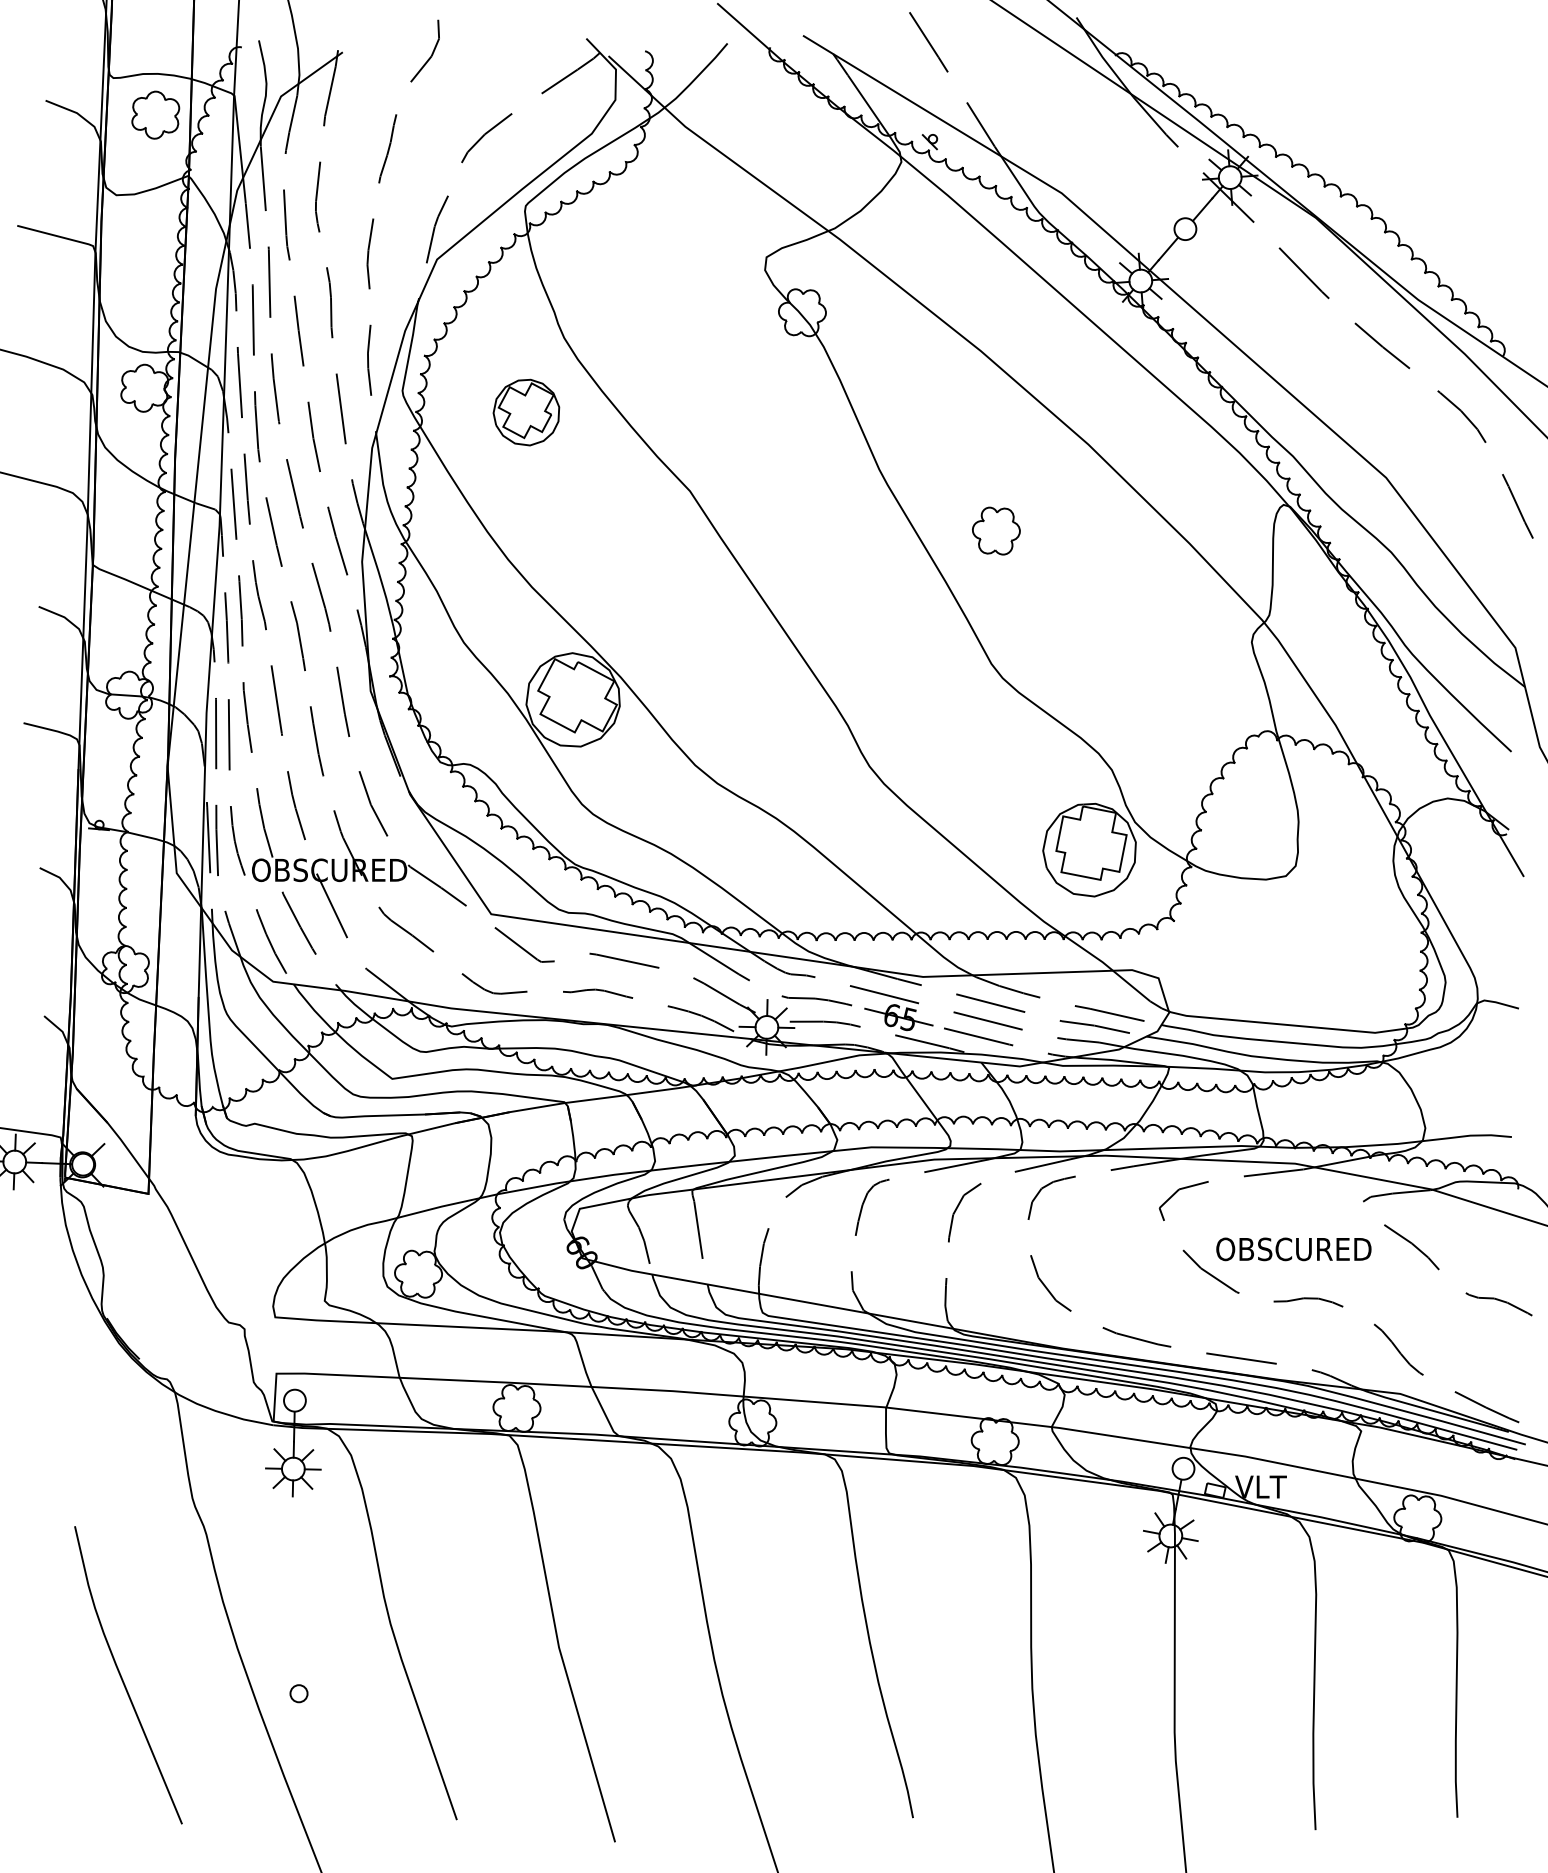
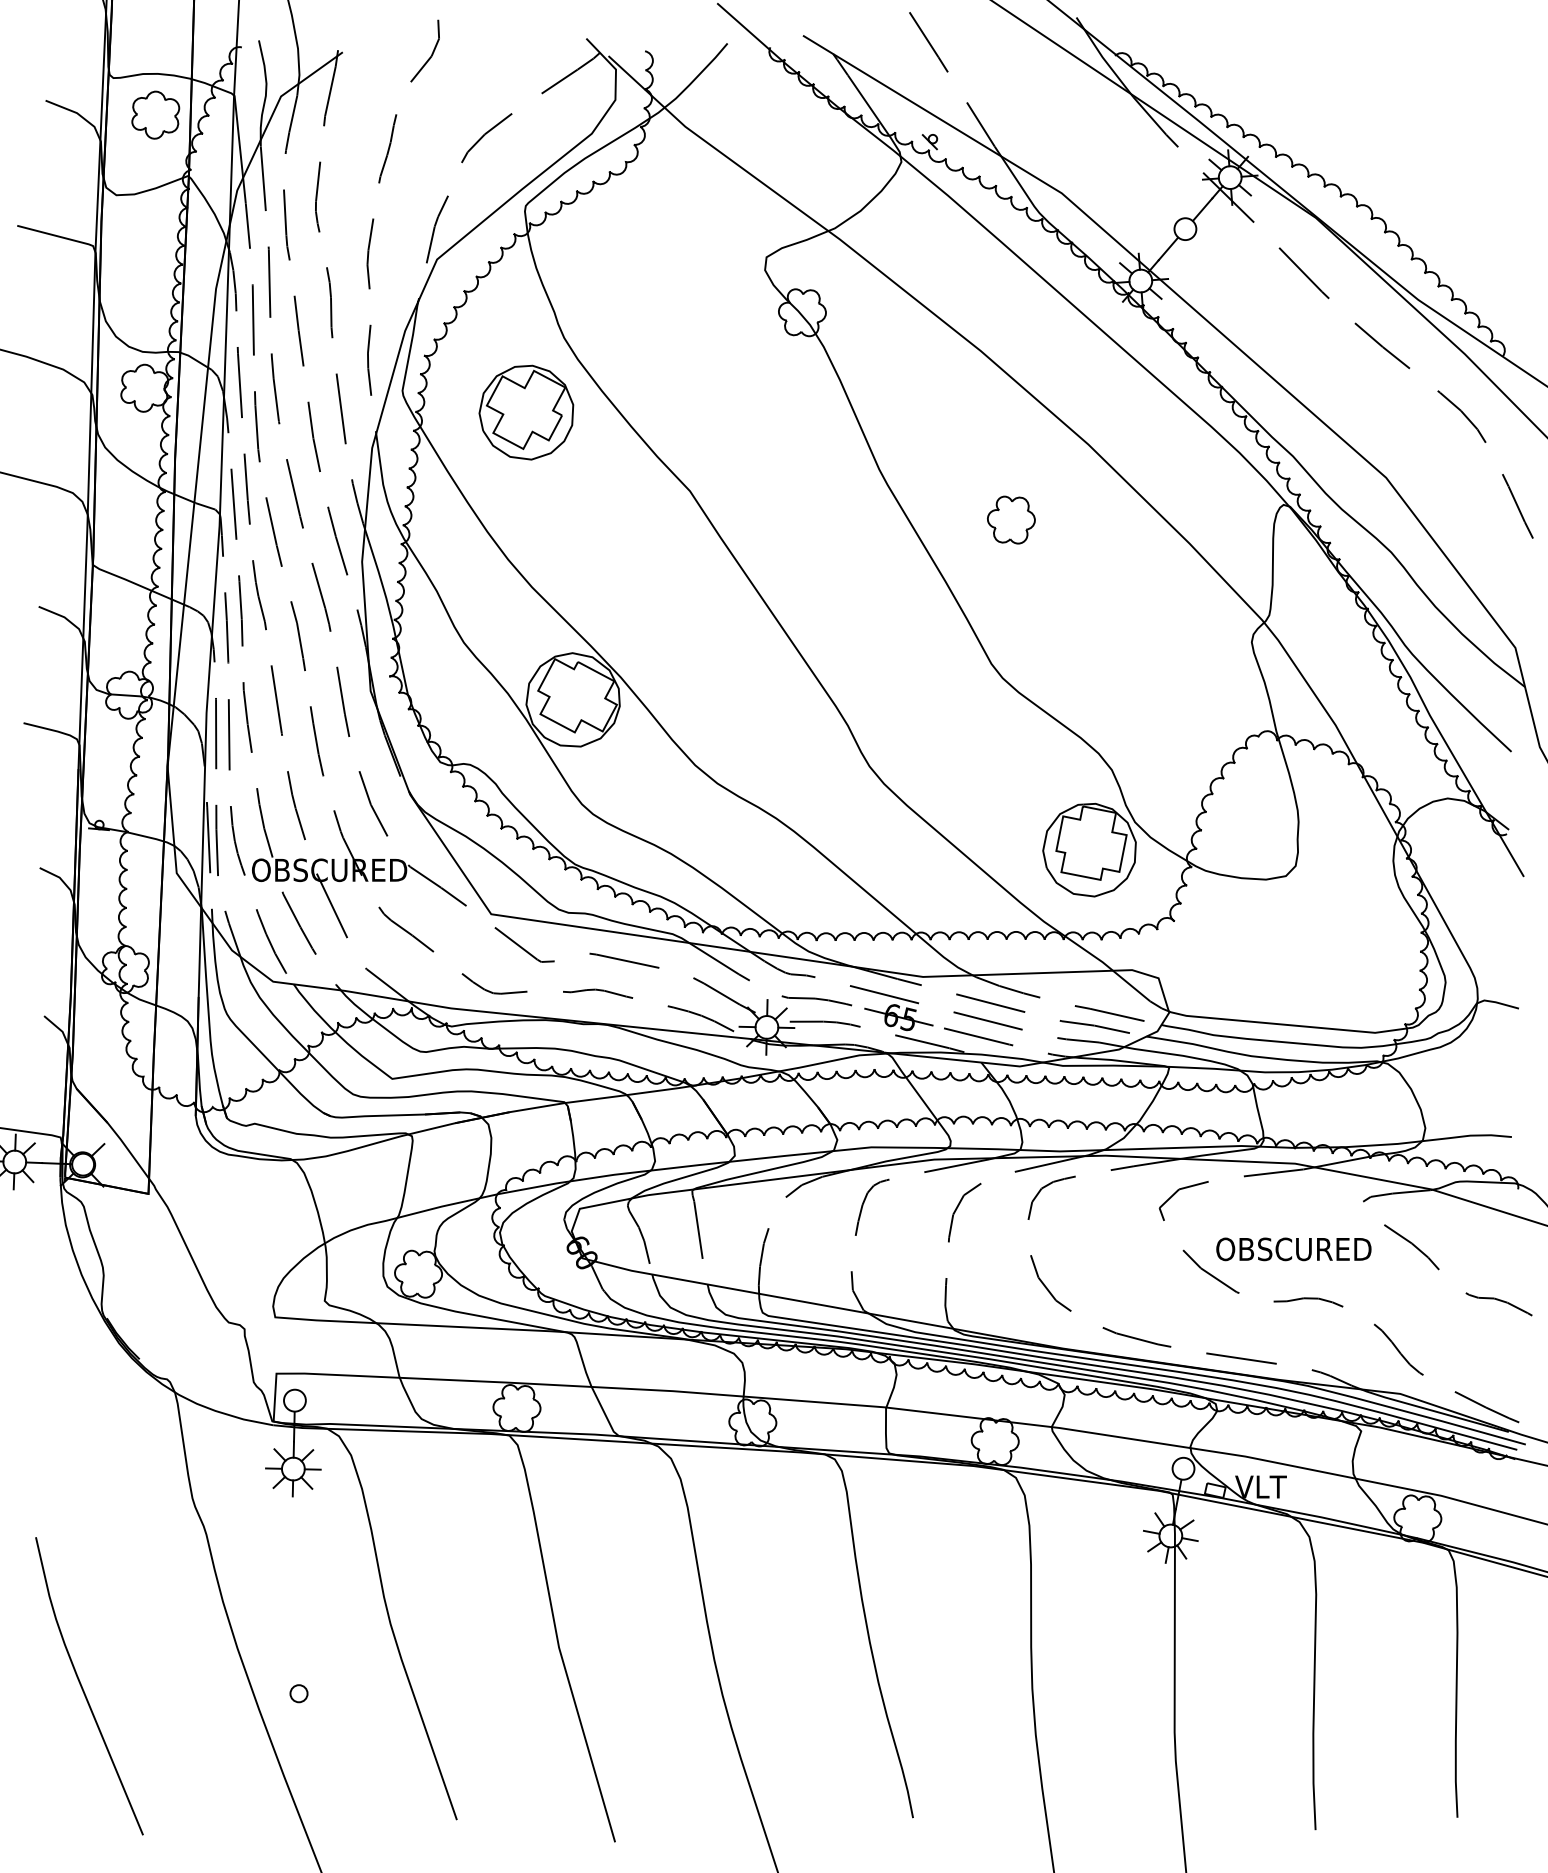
part at (526, 412) size: 69x69 px -> 97x97 px
part at (996, 530) position: (996, 530) -> (1011, 519)
curve at (122, 1677) position: (122, 1677) -> (83, 1688)
